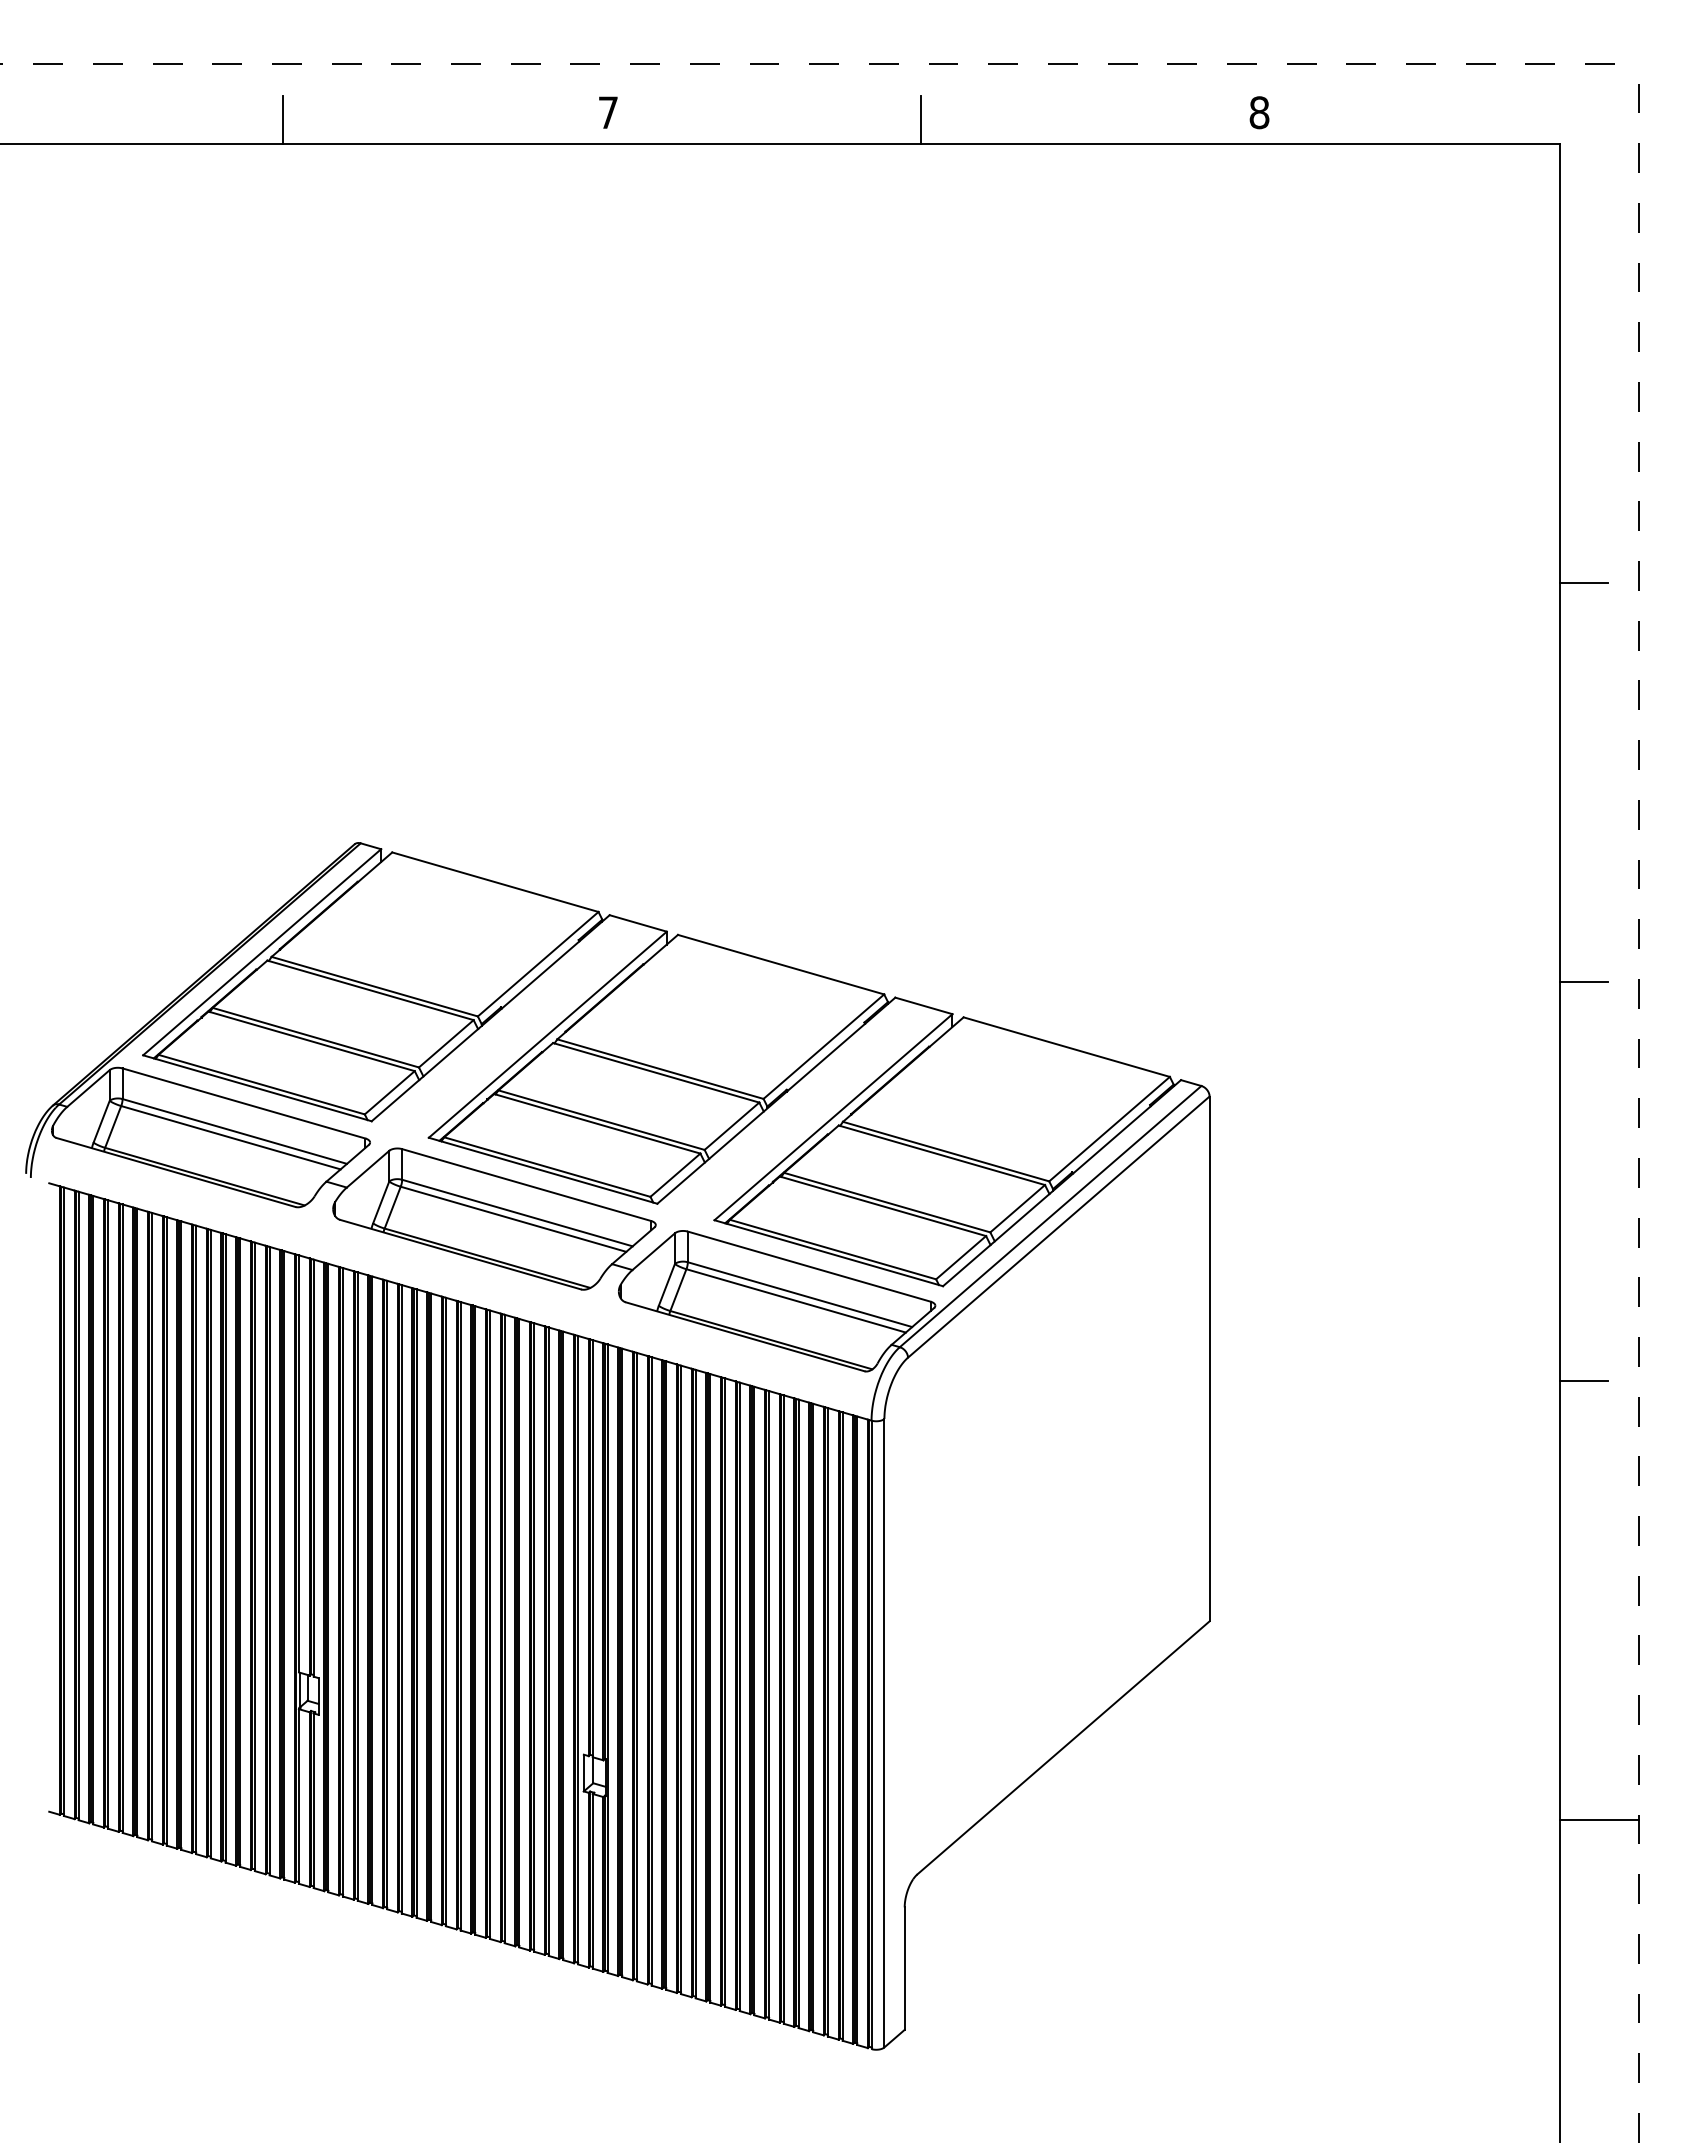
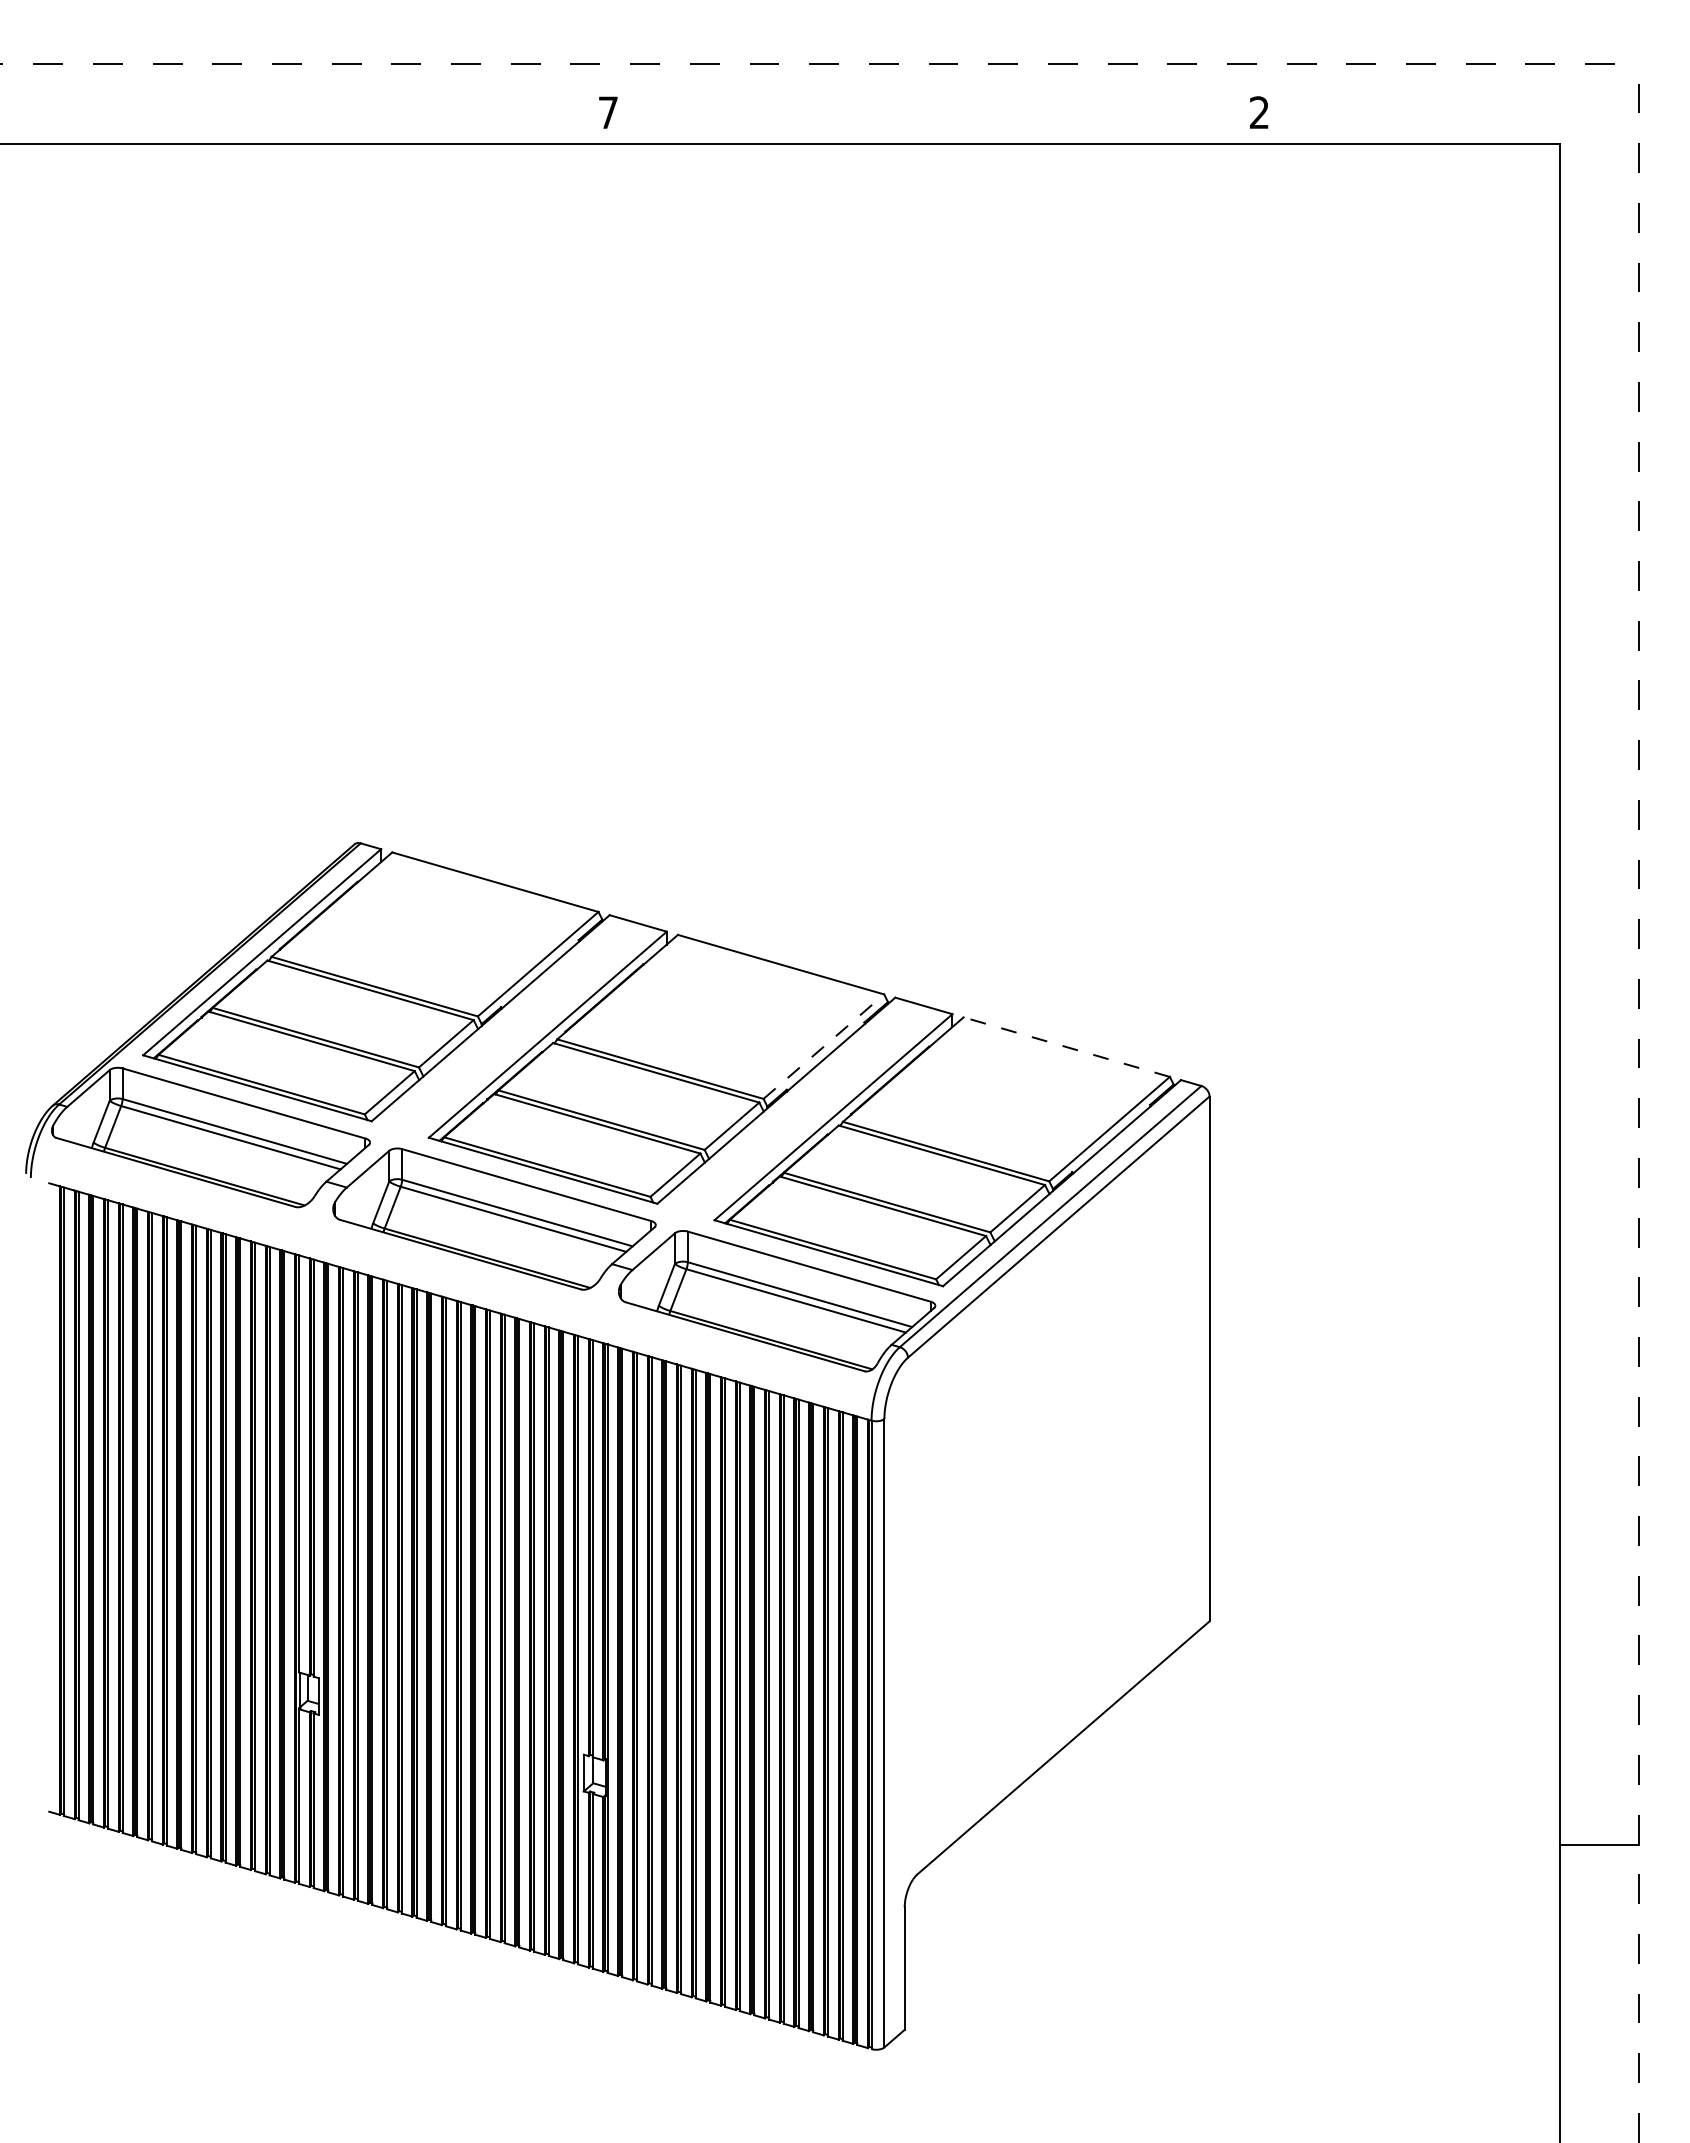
text at (1259, 112): 8 -> 2
line at (282, 120): present -> none
line at (921, 120): present -> none
line at (1583, 582): present -> none
line at (1583, 981): present -> none
line at (823, 1046): solid -> dashed
line at (1066, 1047): solid -> dashed
line at (1583, 1380): present -> none
line at (1599, 1819) position: (1599, 1819) -> (1599, 1844)
